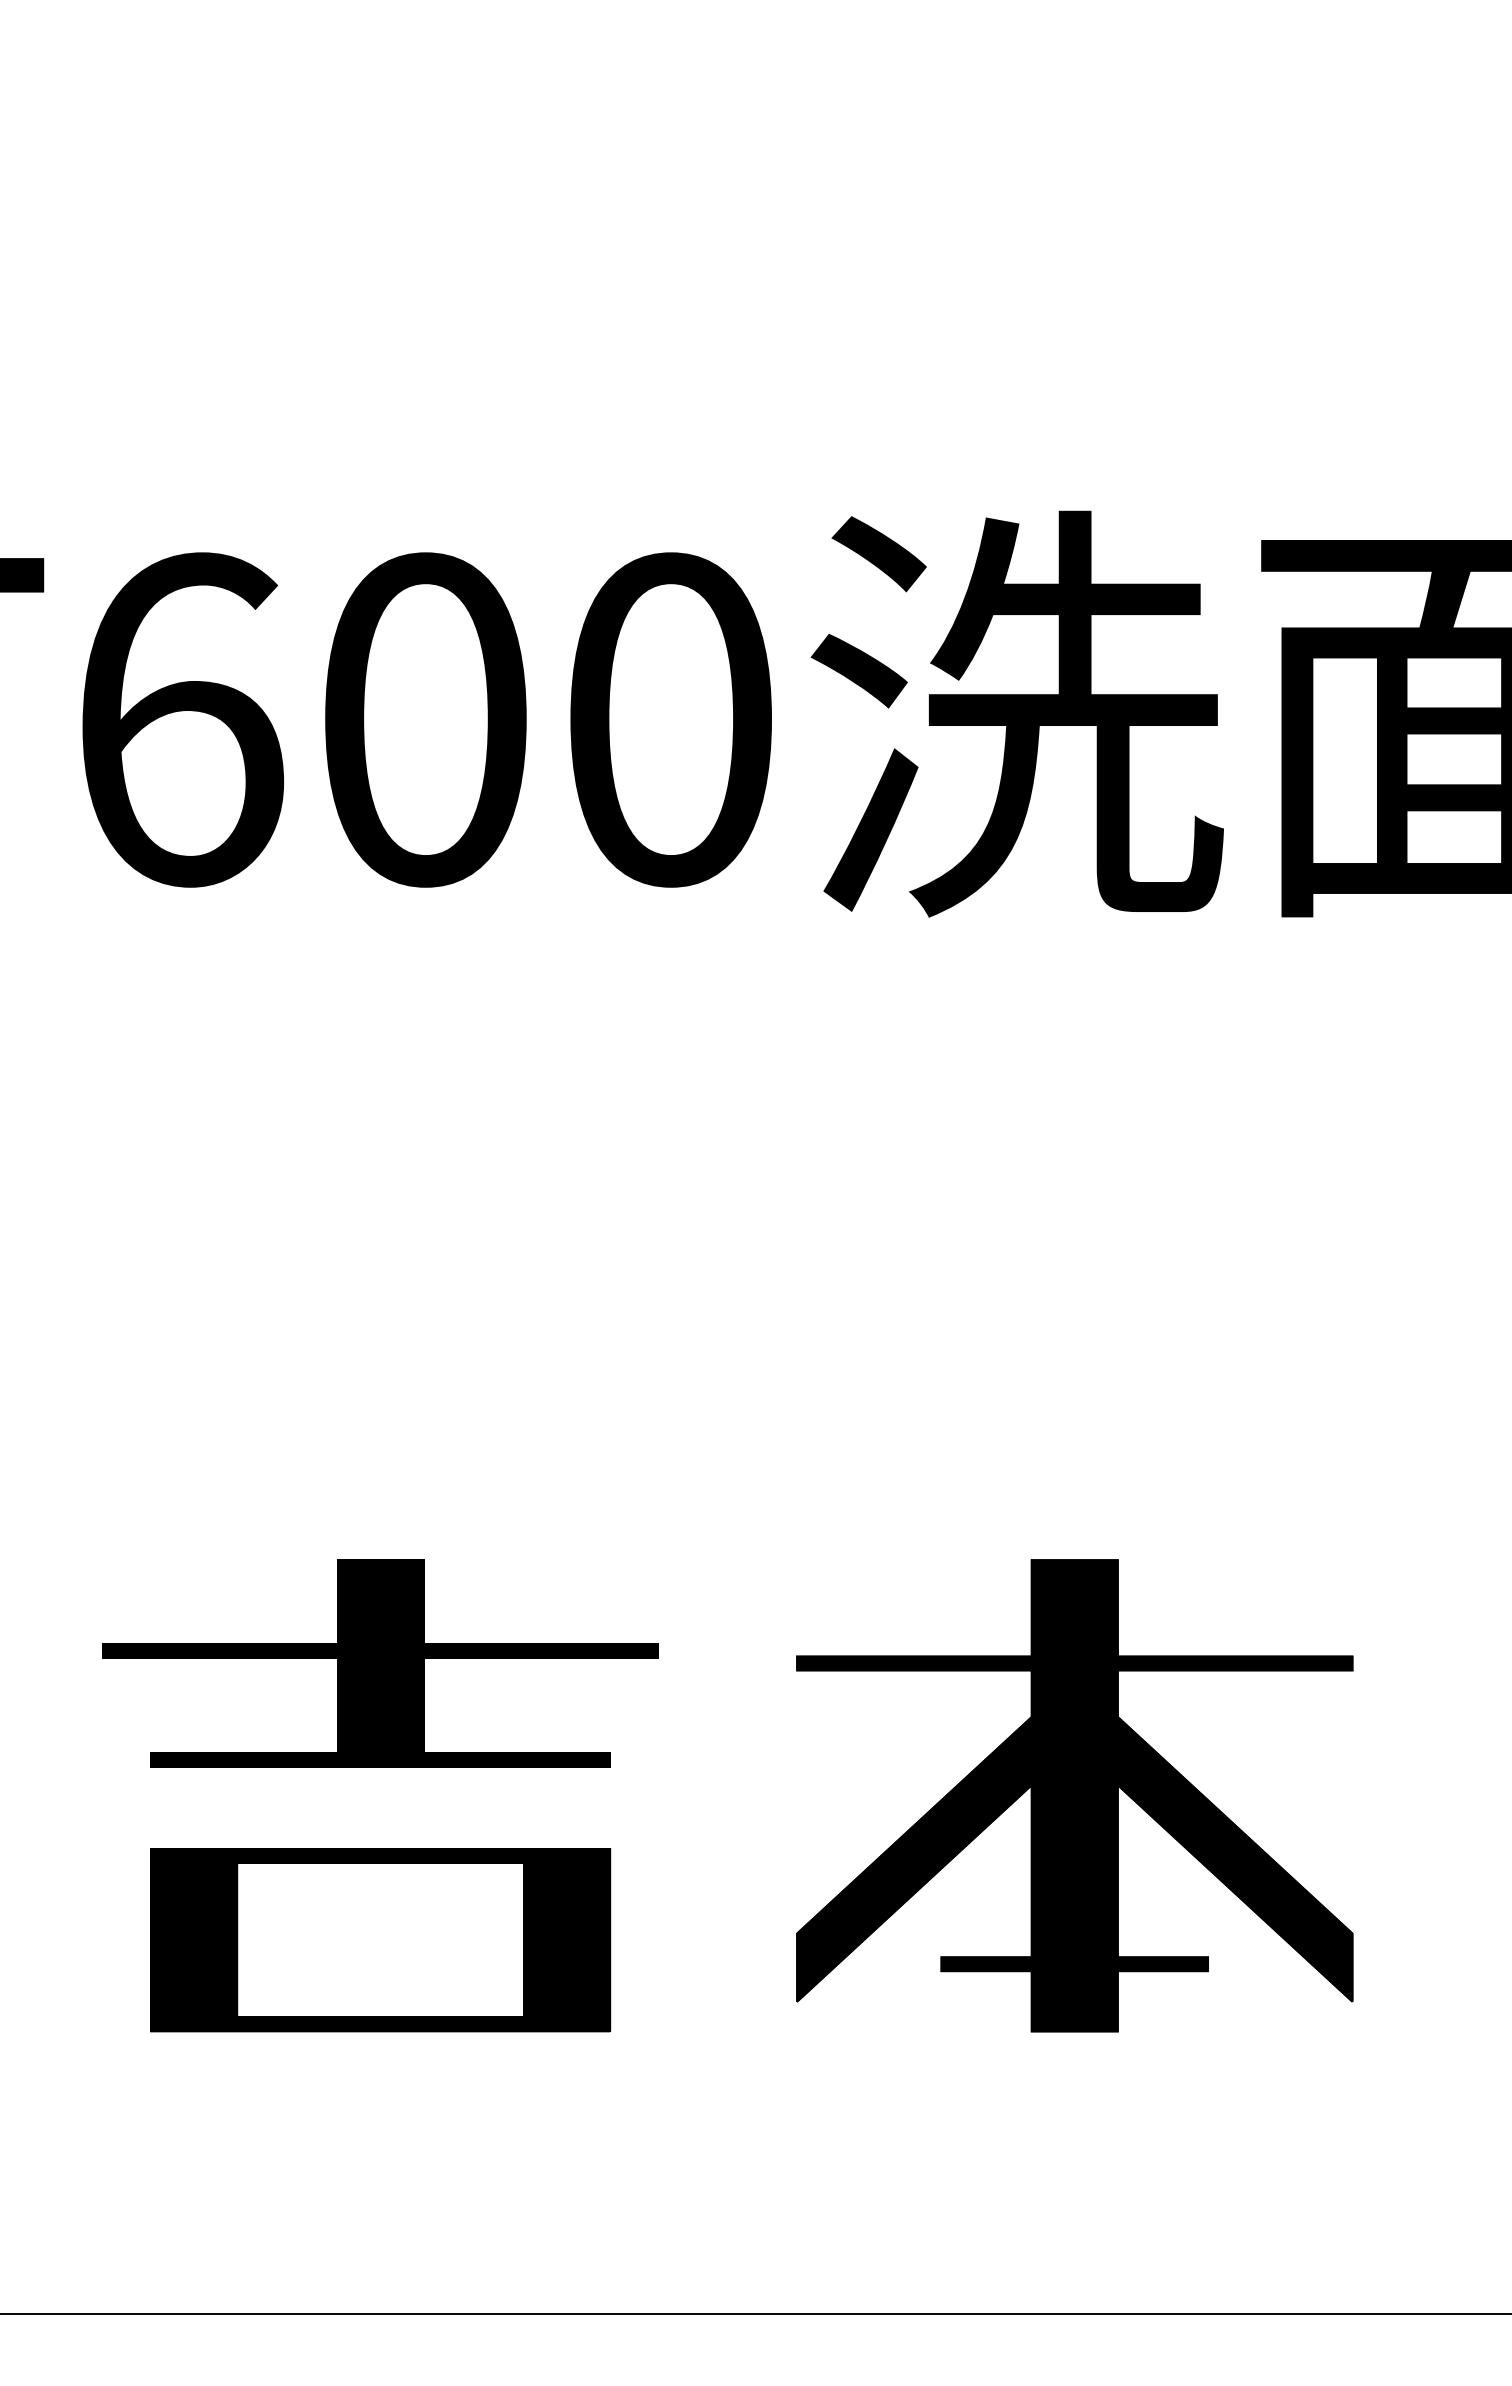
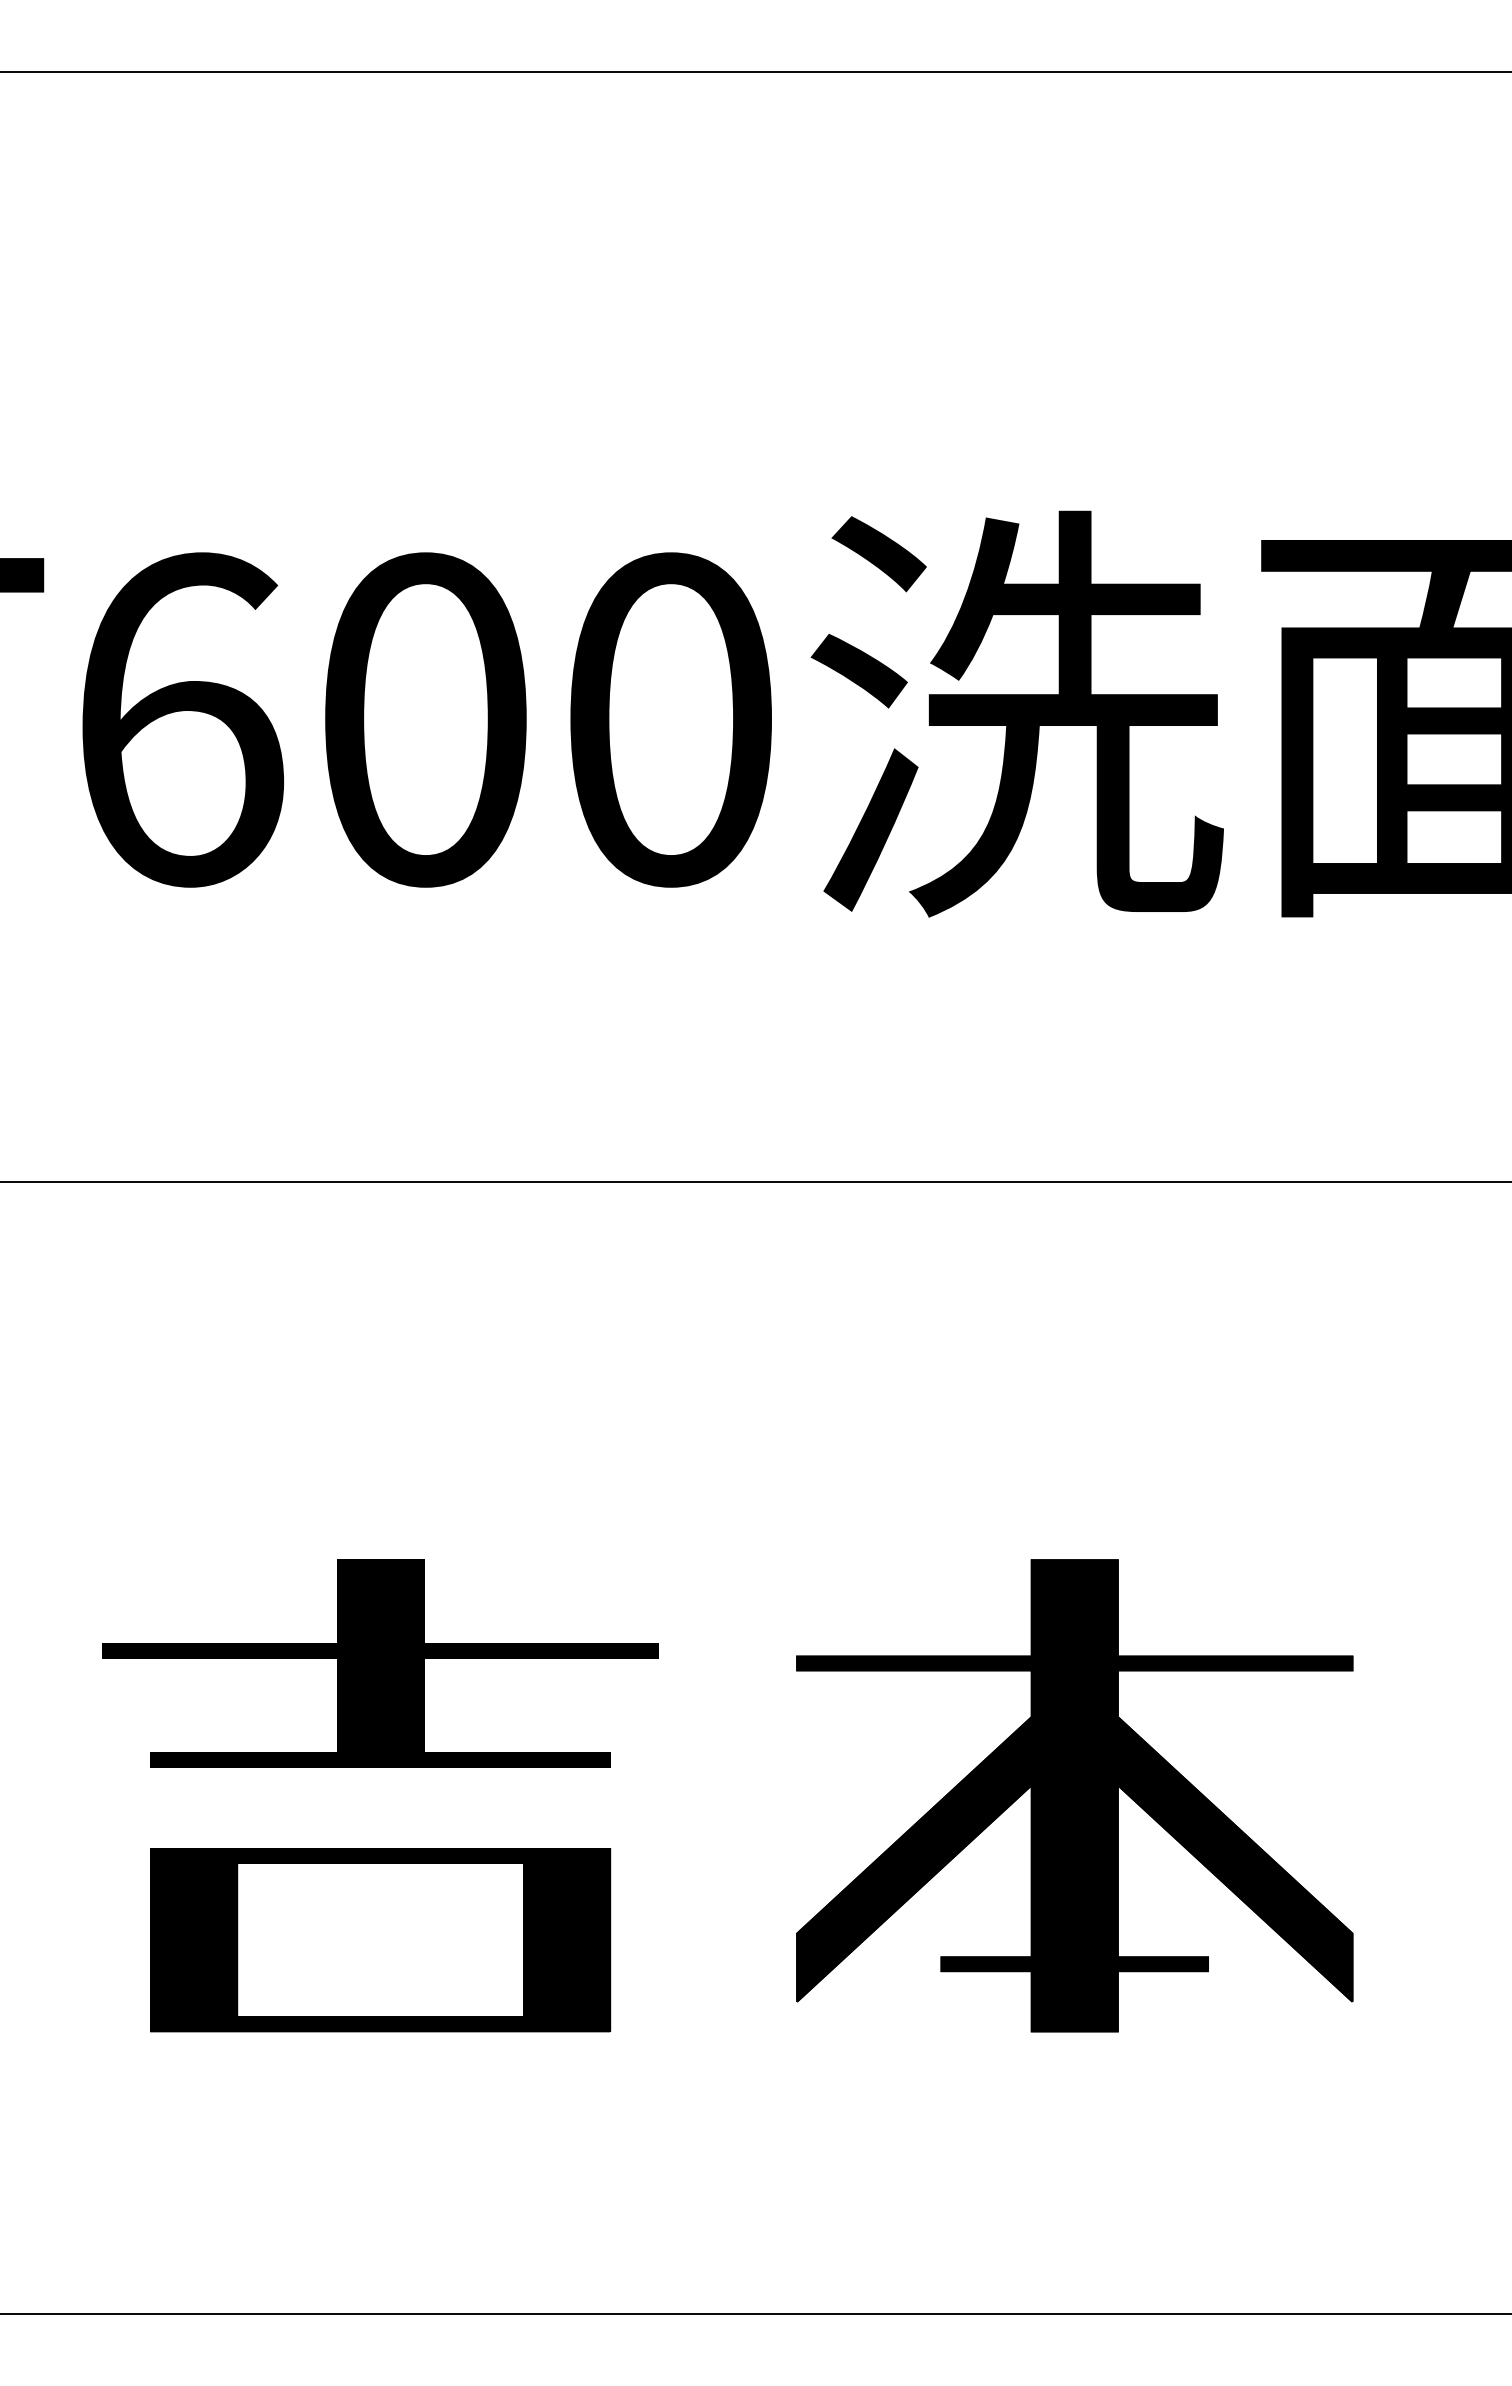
line at (755, 71): none -> present
line at (755, 1182): none -> present
